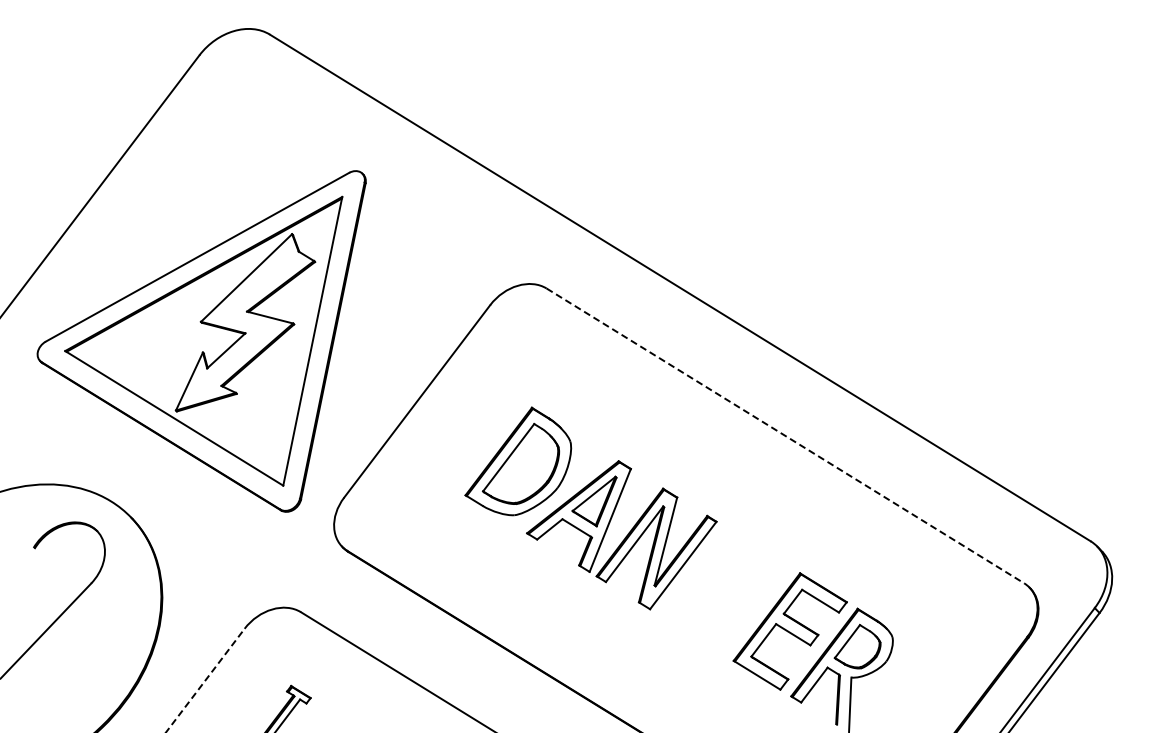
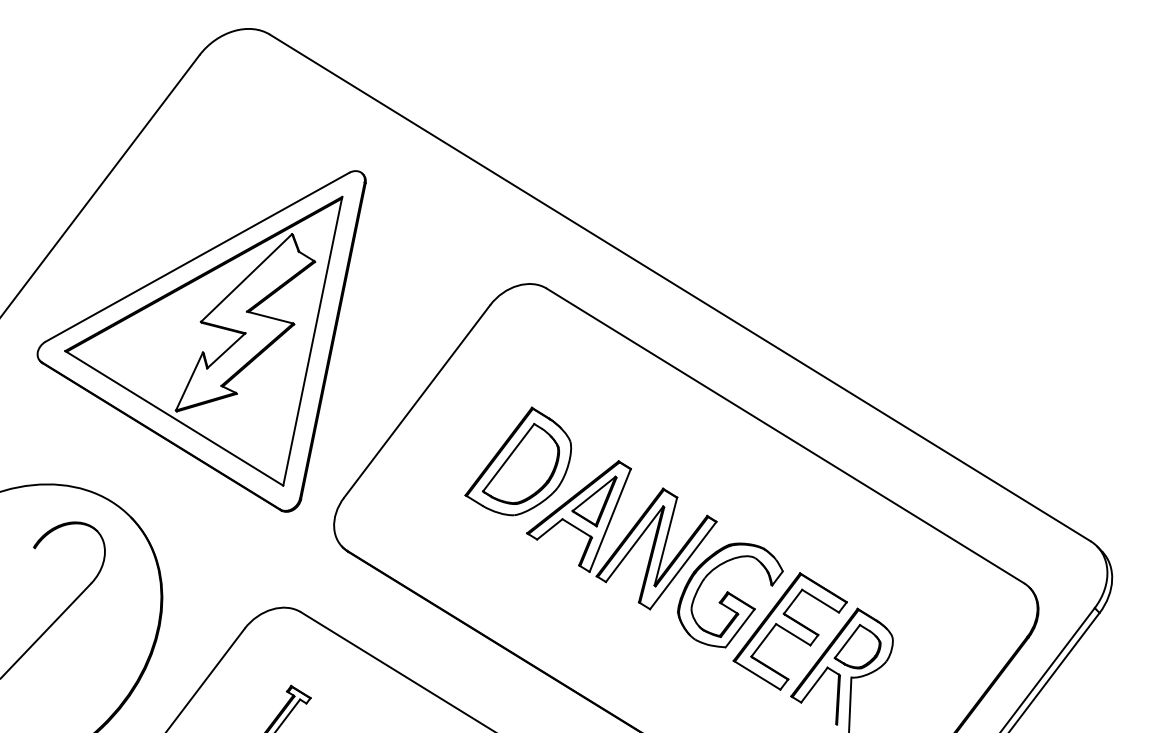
line at (785, 435): dashed -> solid
part at (730, 595): none -> present
line at (205, 680): dashed -> solid
